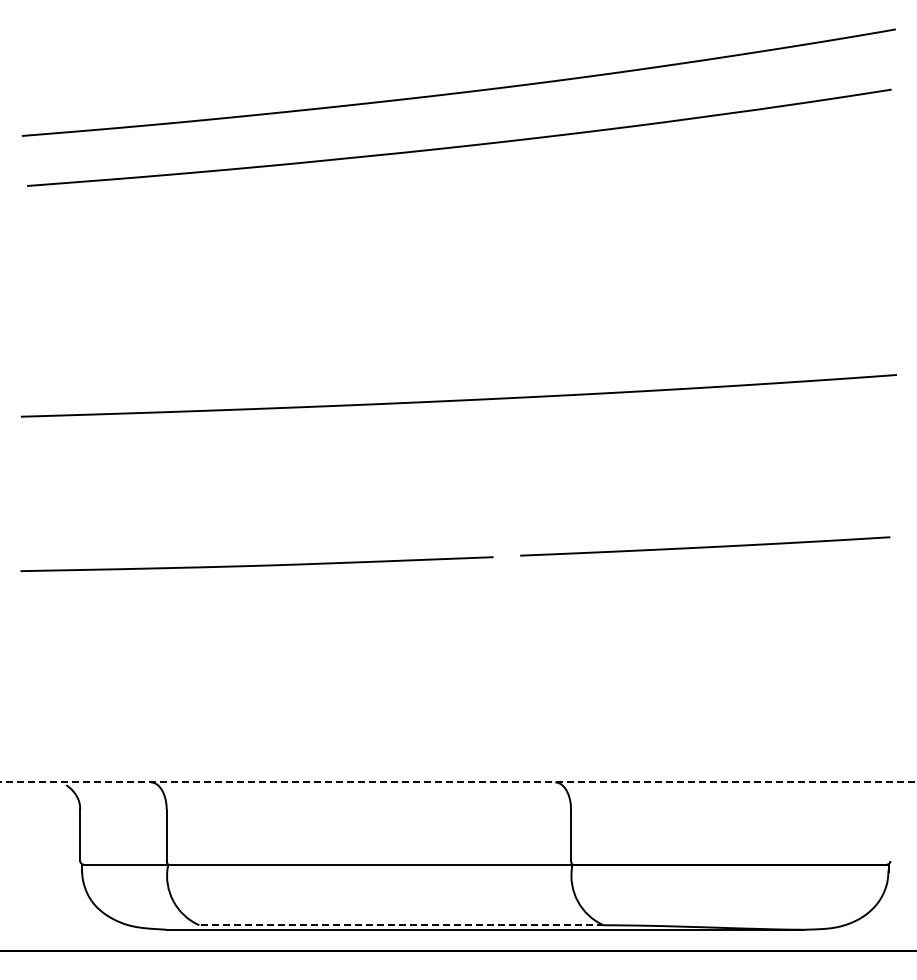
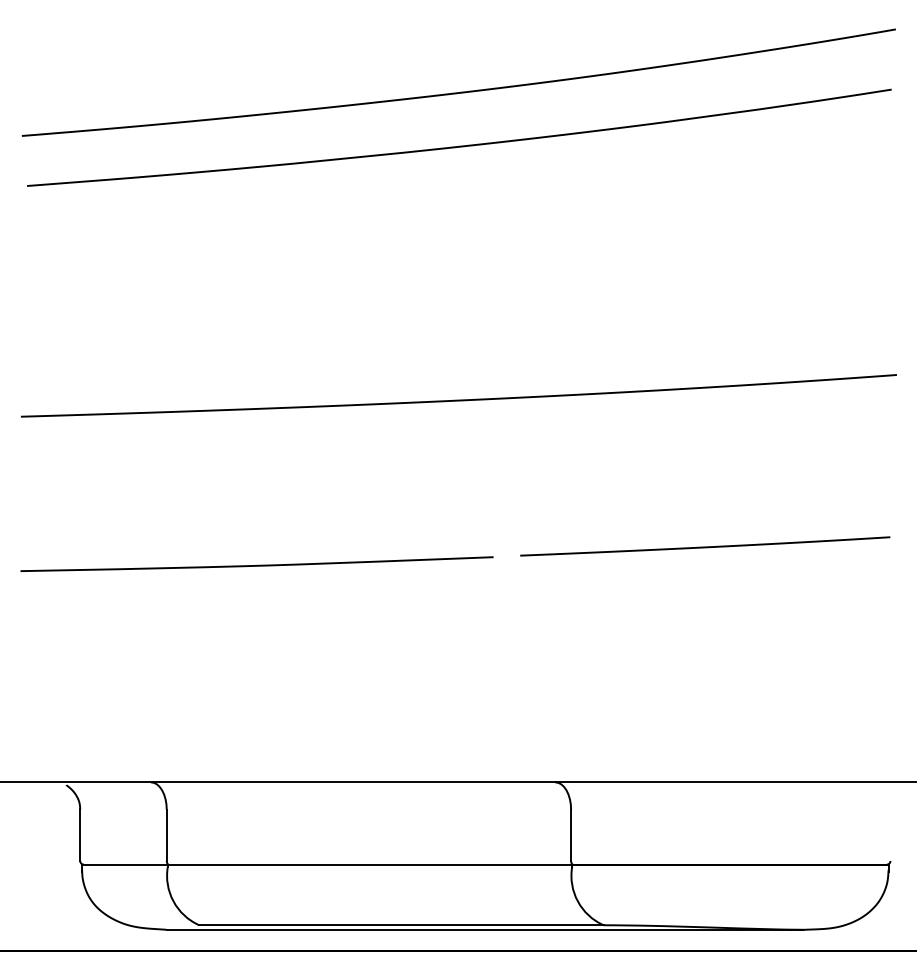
line at (458, 782): dashed -> solid
line at (400, 925): dashed -> solid
